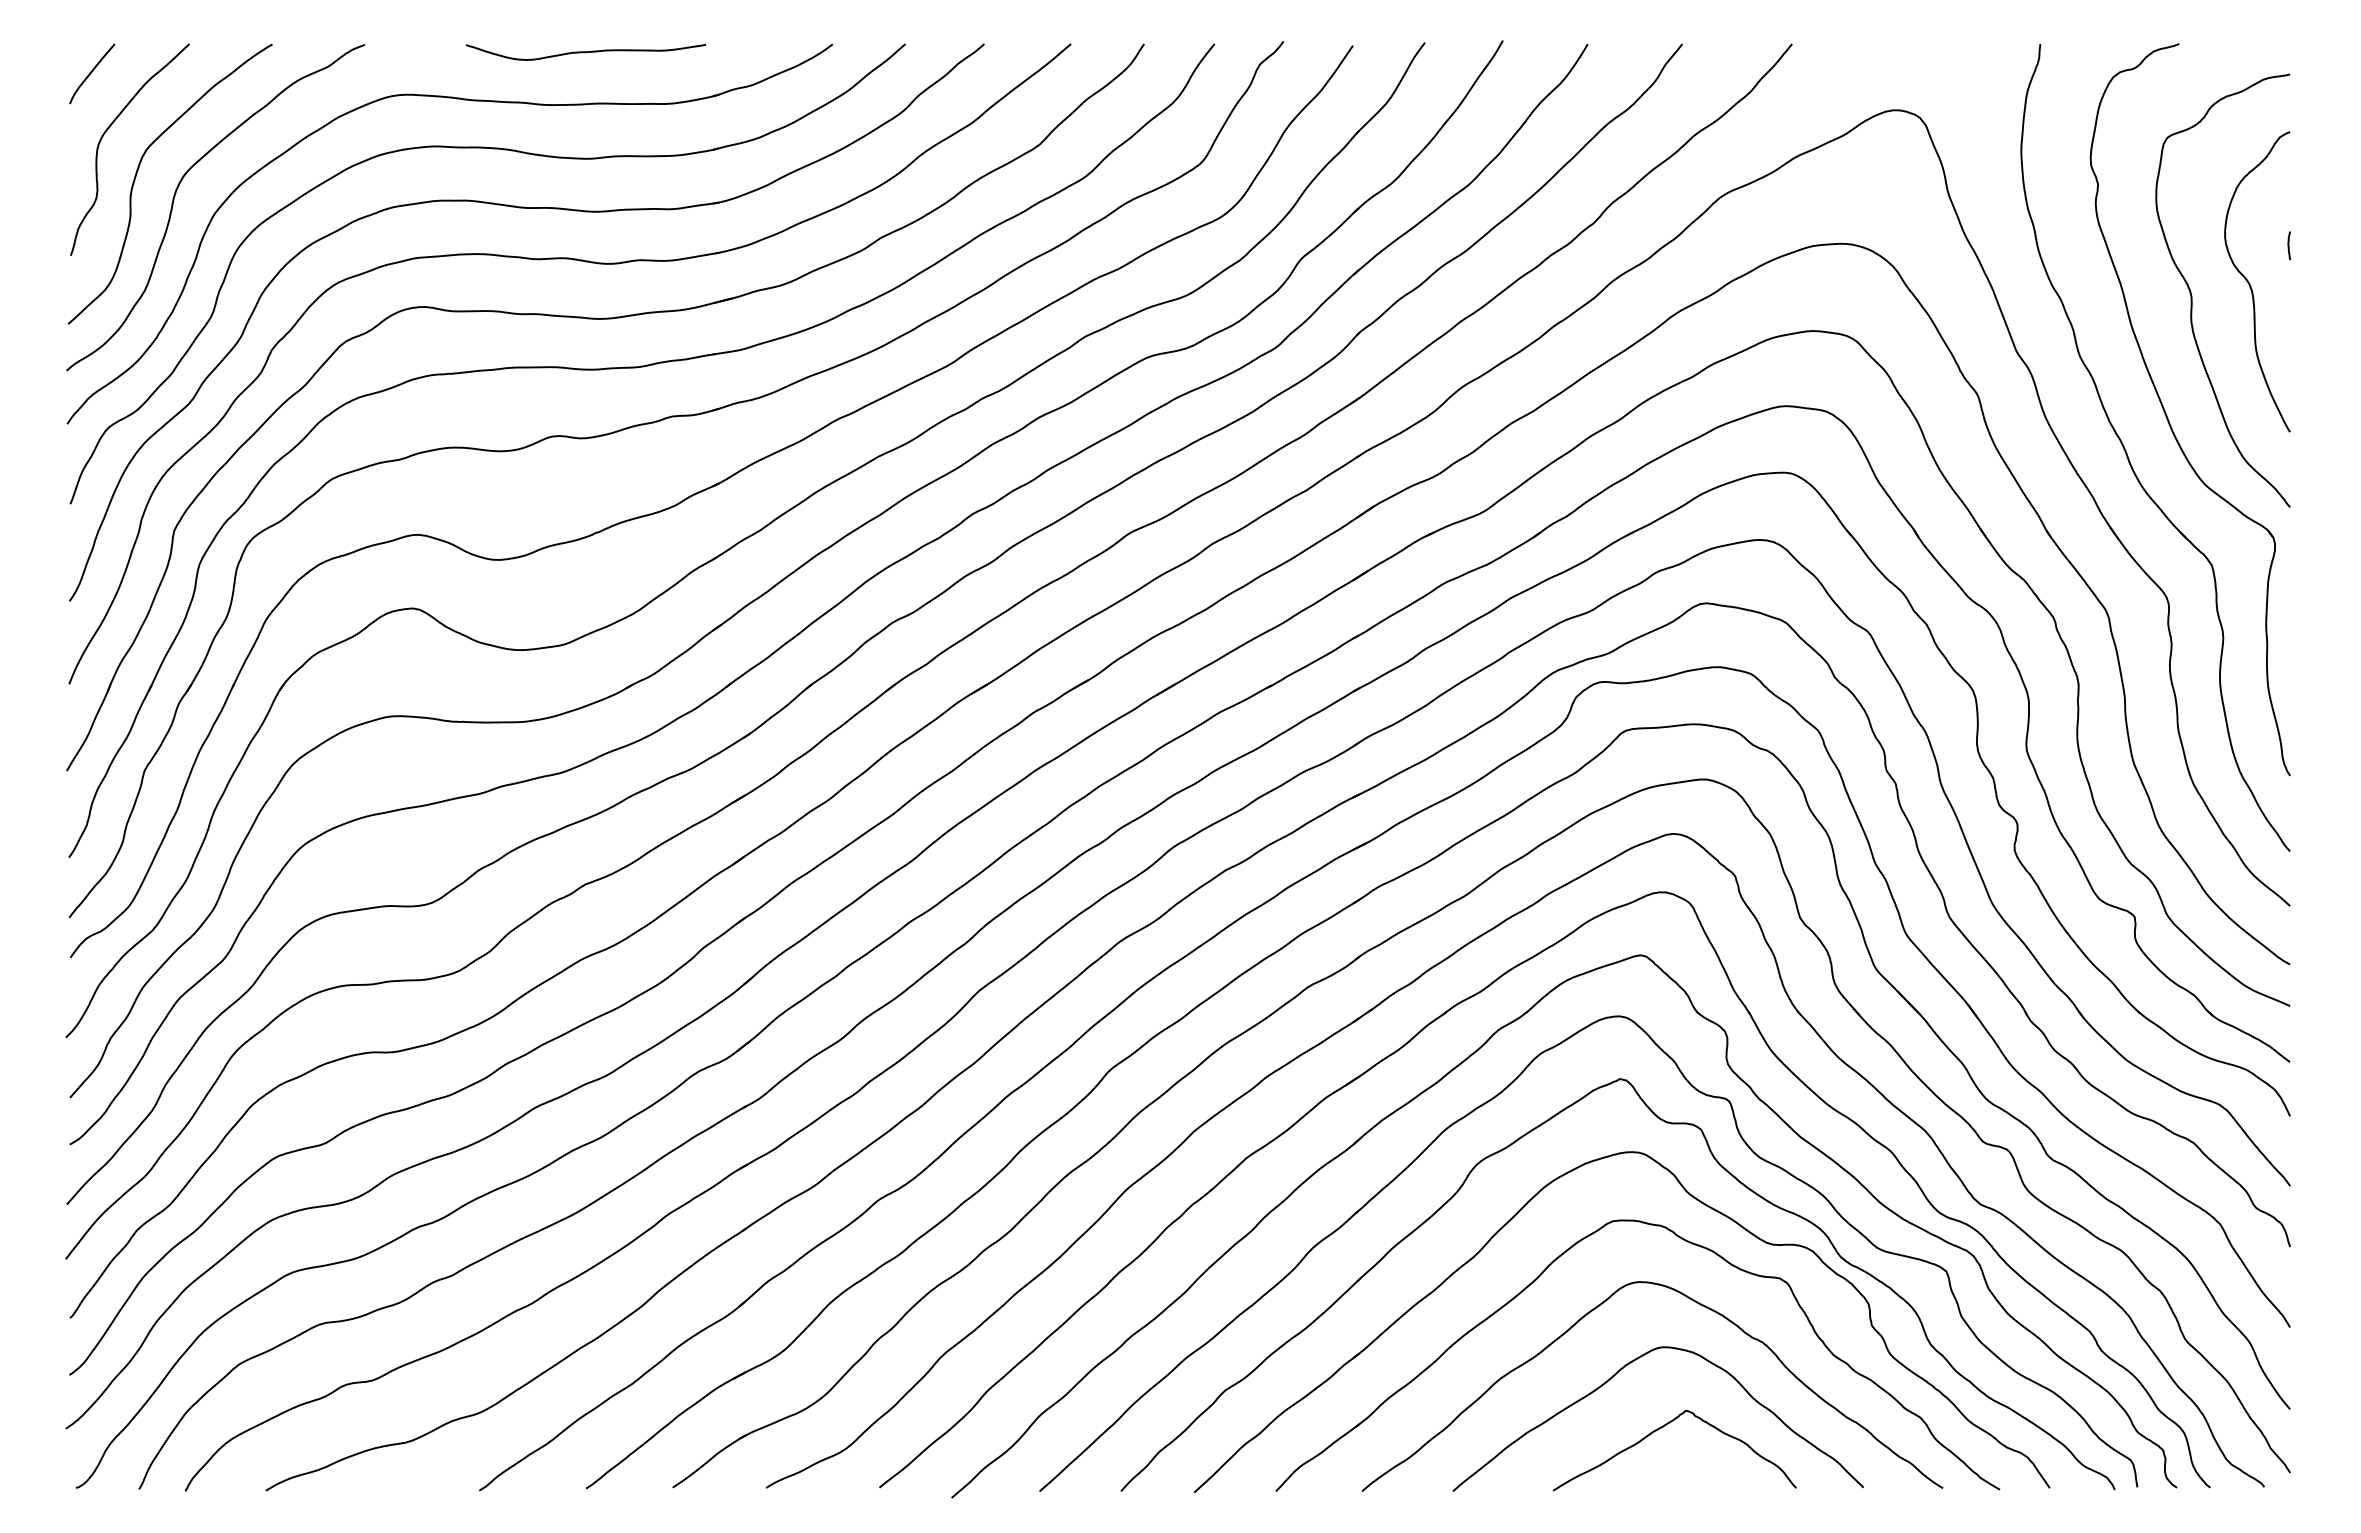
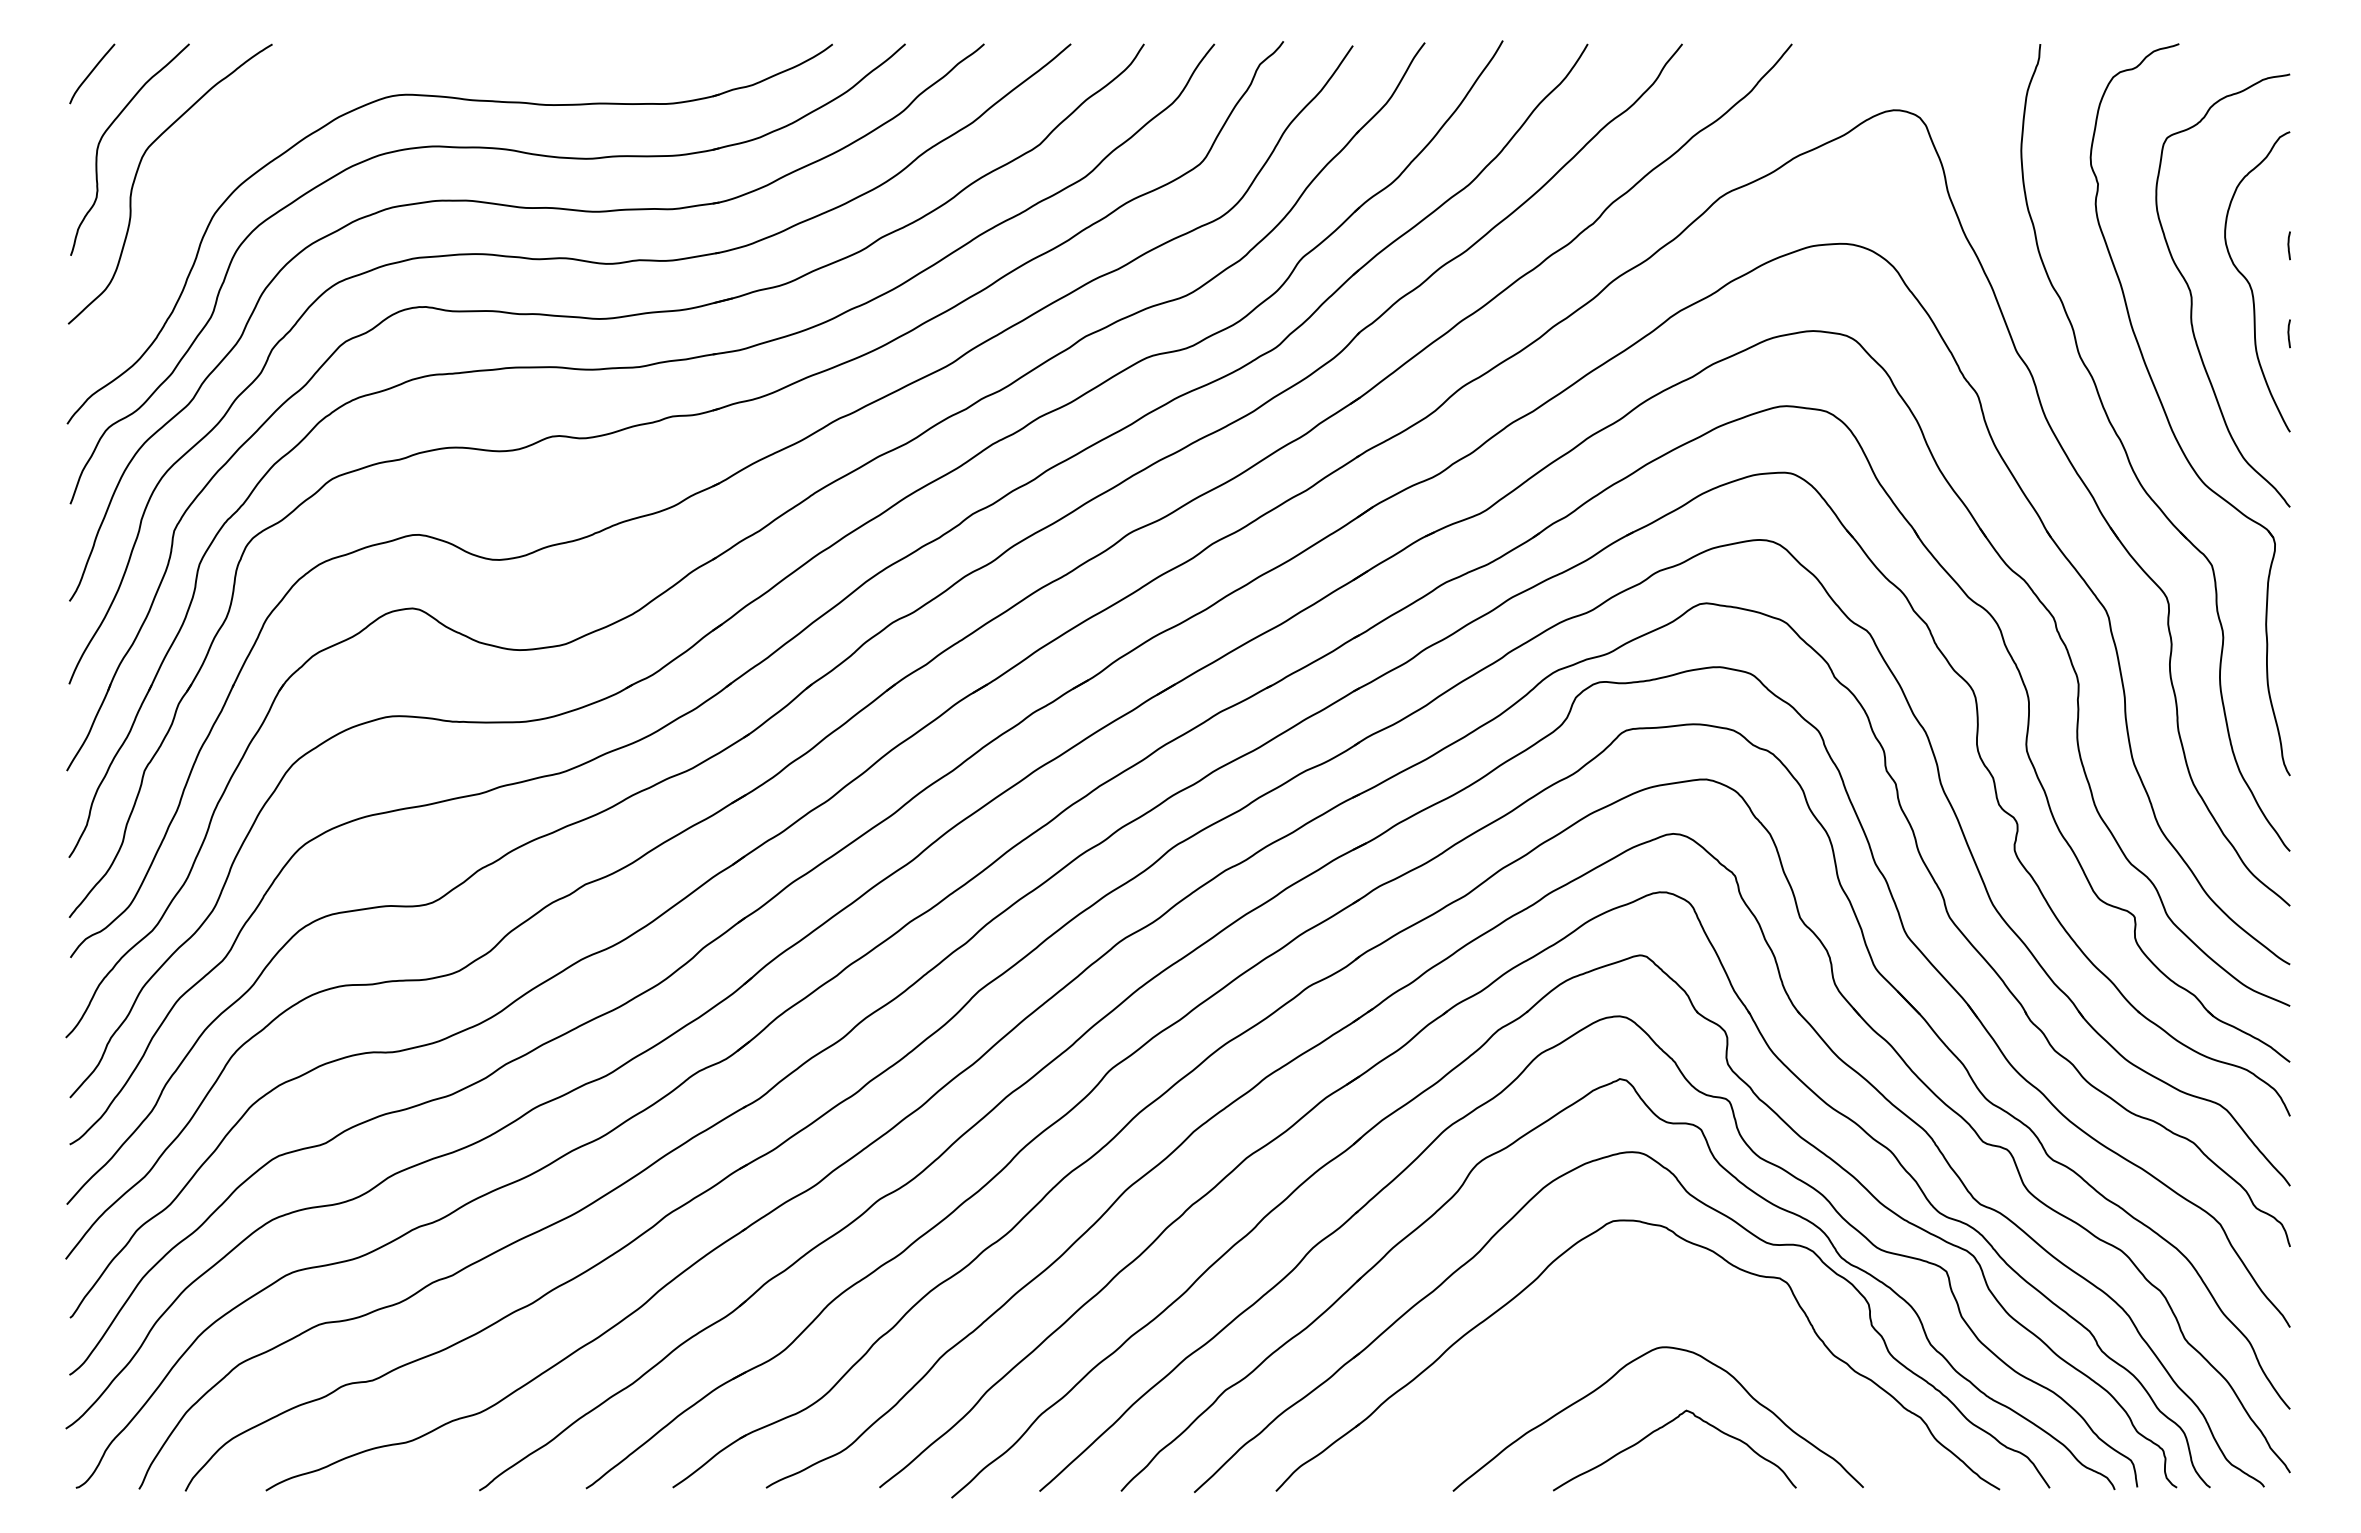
curve at (585, 52): present -> none
curve at (176, 193): present -> none
line at (2288, 333): none -> present
curve at (1696, 1303): present -> none
